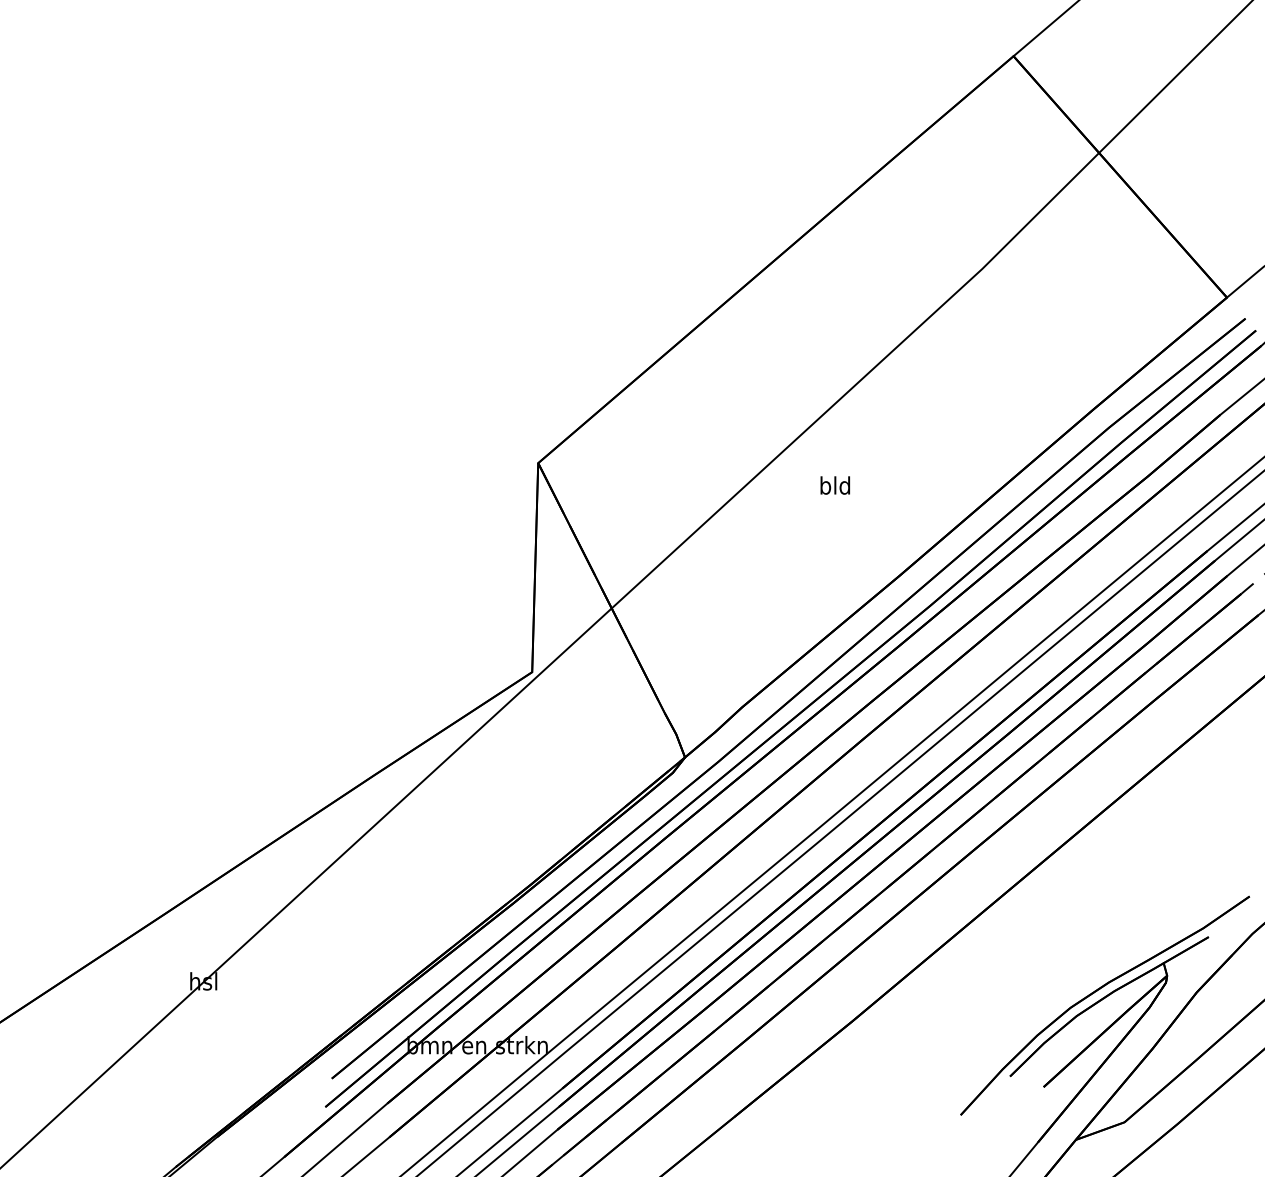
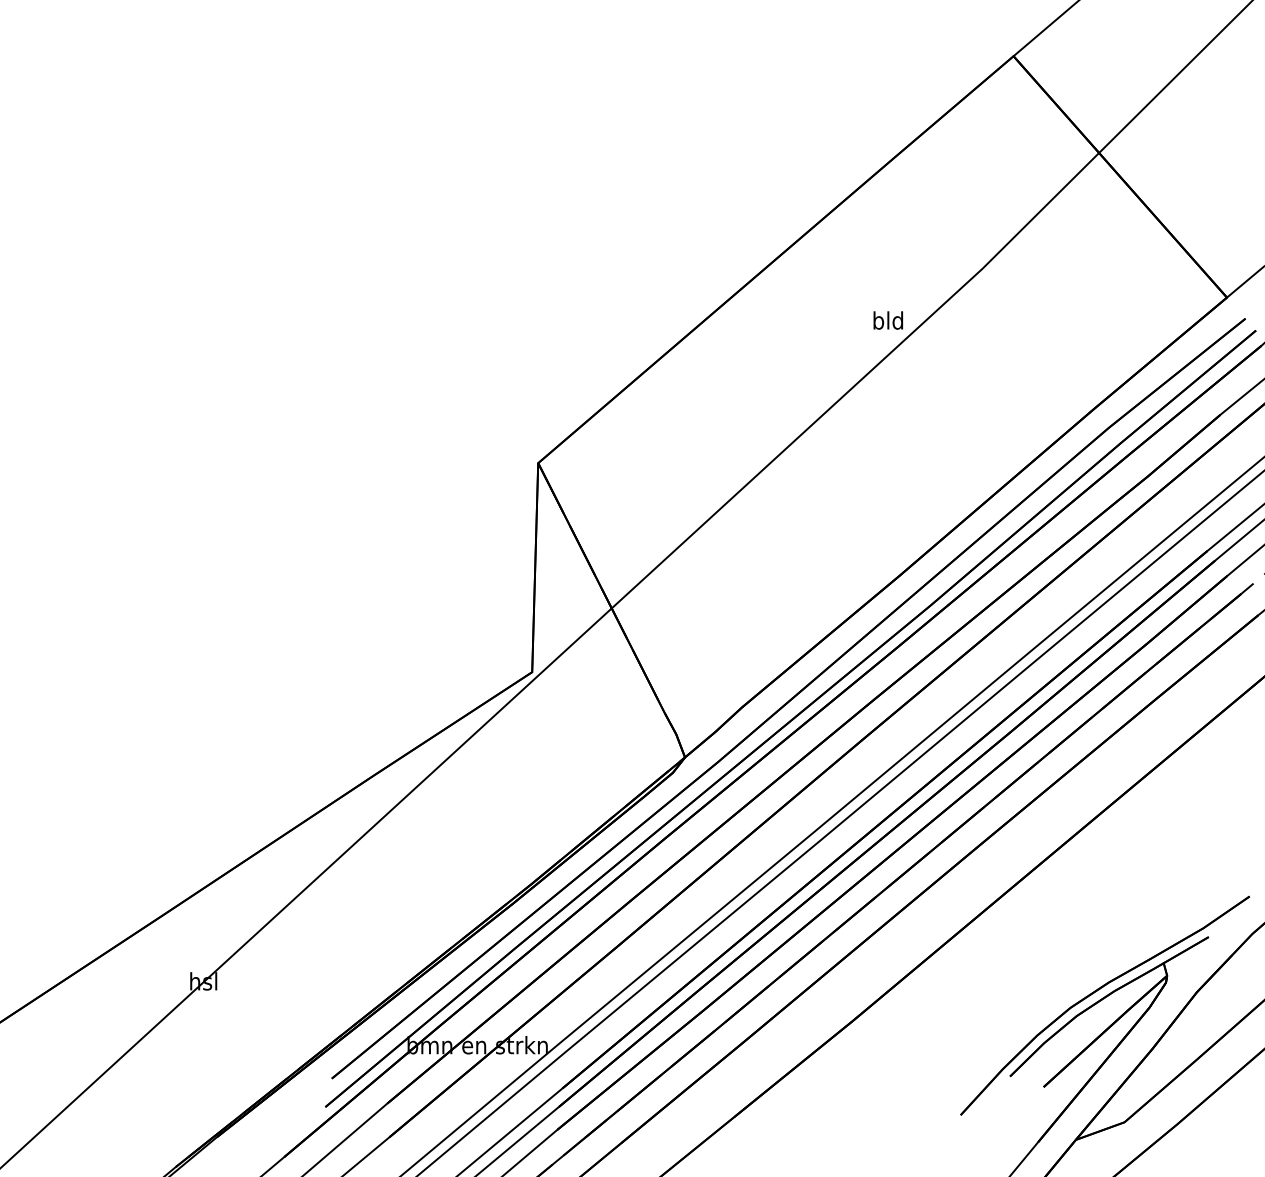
text at (834, 485) position: (834, 485) -> (887, 320)
